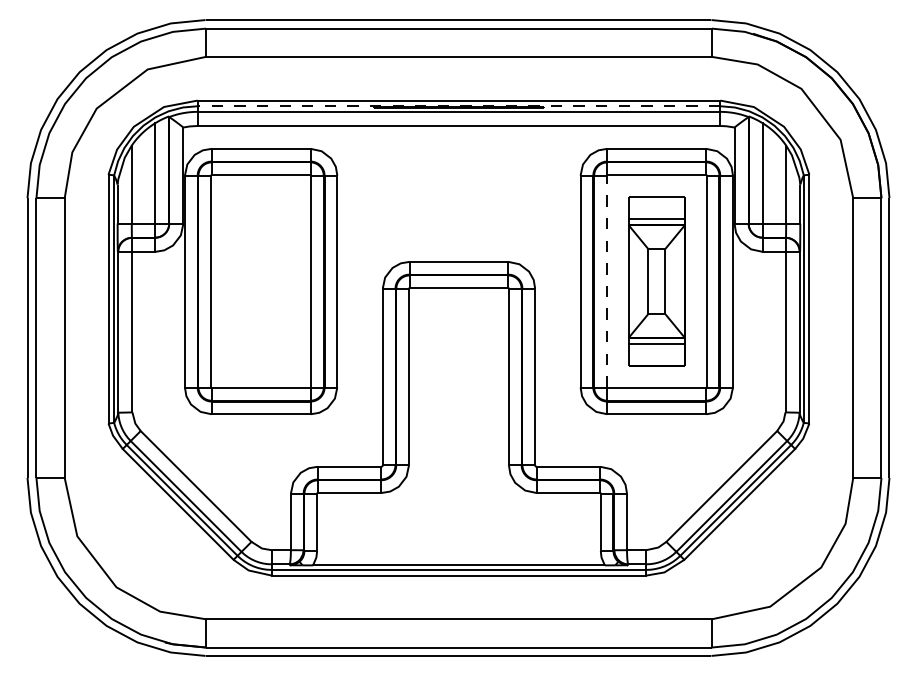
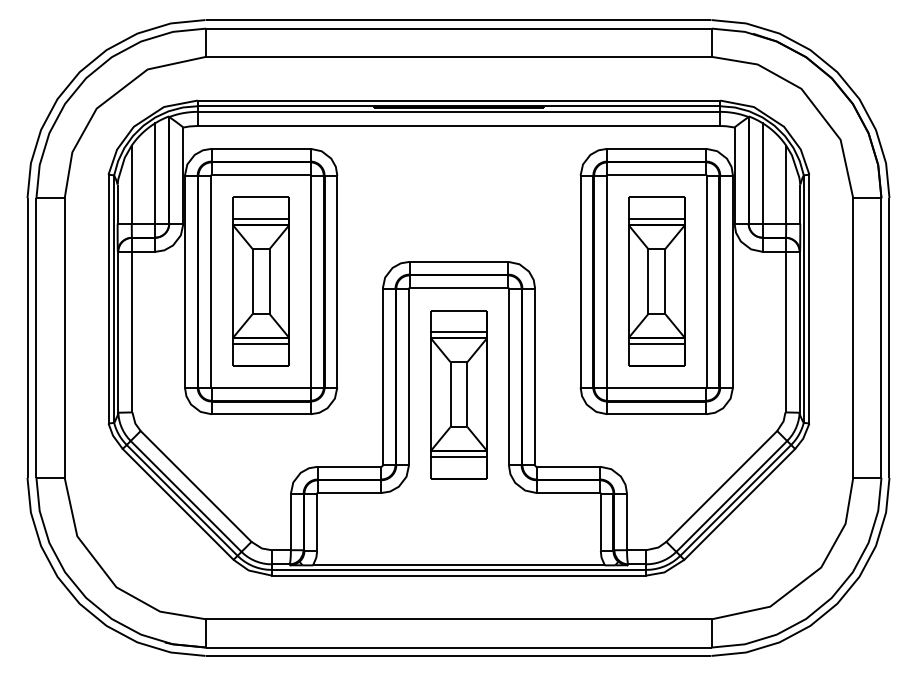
line at (458, 106): dashed -> solid
part at (260, 281): none -> present
line at (606, 281): dashed -> solid
part at (458, 394): none -> present
